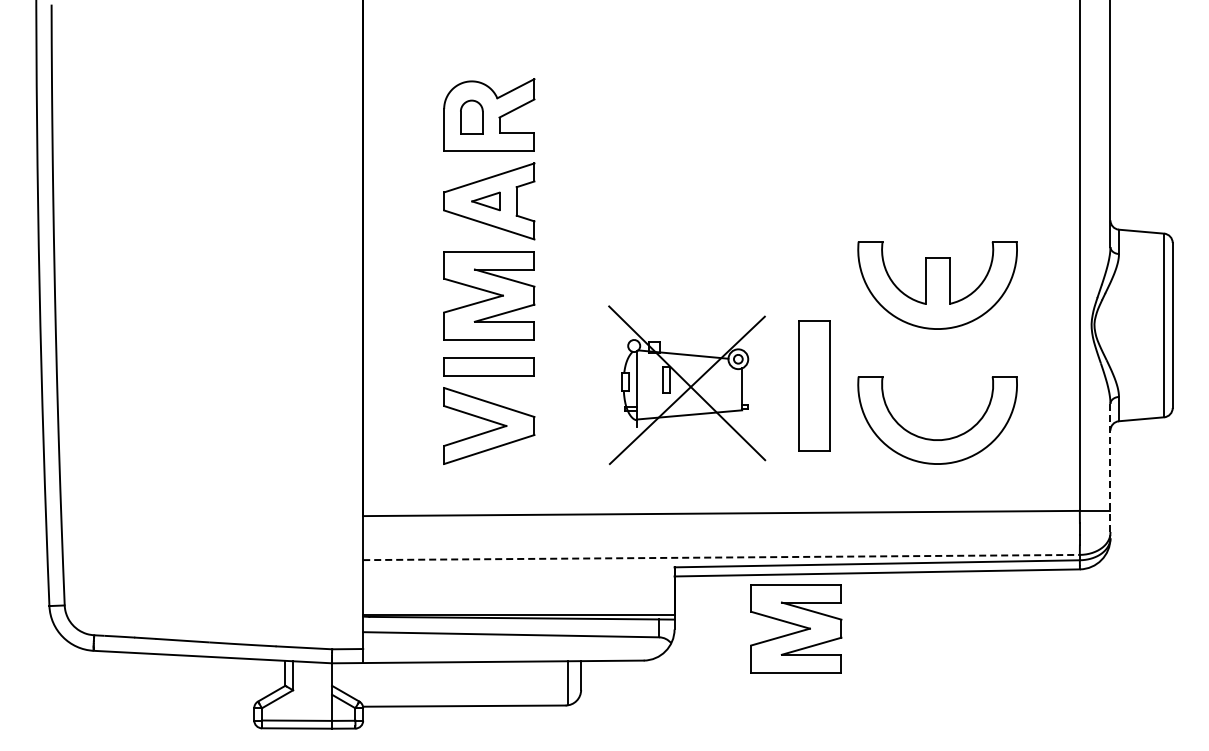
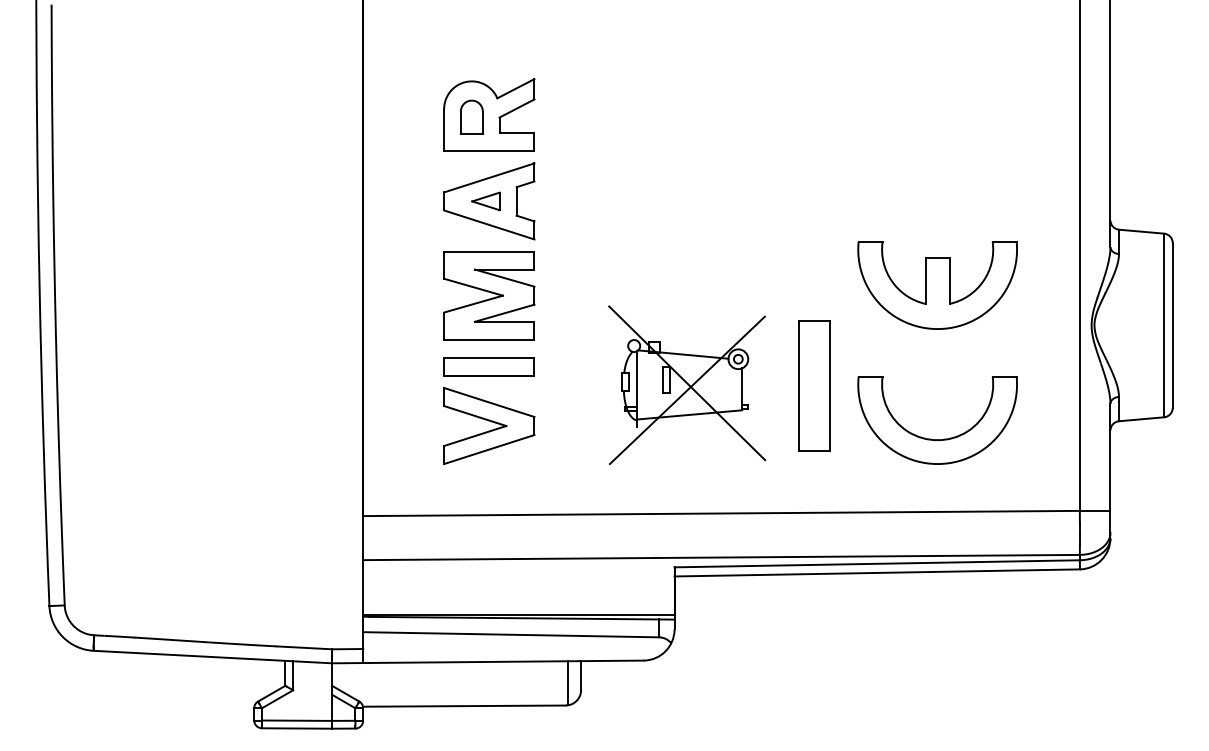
line at (1110, 471): dashed -> solid
line at (722, 557): dashed -> solid
part at (796, 628): present -> none
